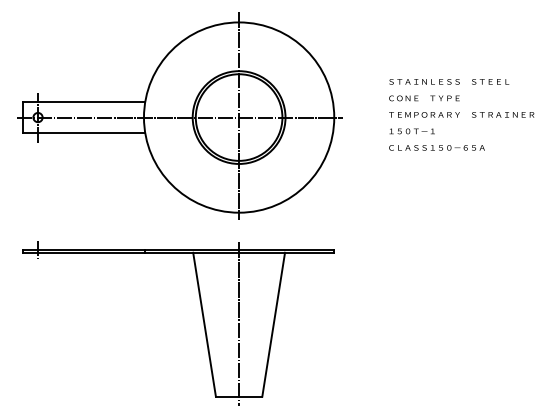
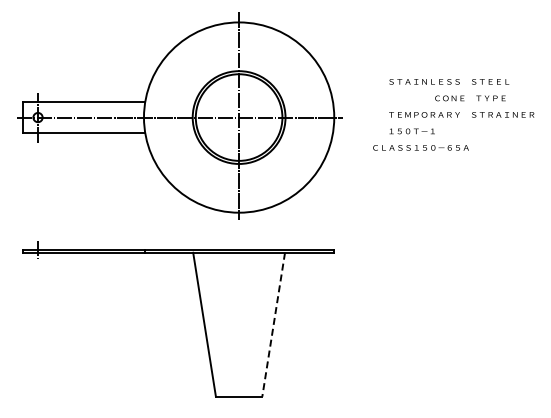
text at (424, 98) position: (424, 98) -> (470, 98)
text at (436, 147) position: (436, 147) -> (420, 147)
line at (239, 323): present -> none
line at (273, 324): solid -> dashed
